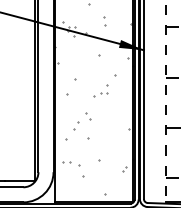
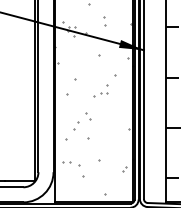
line at (165, 101): dashed -> solid
